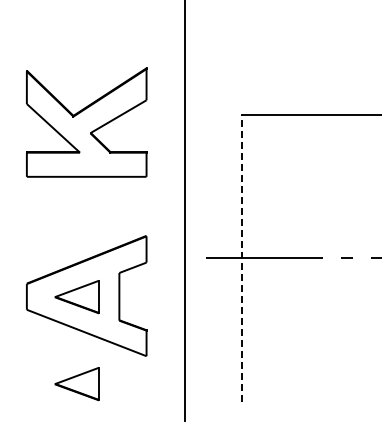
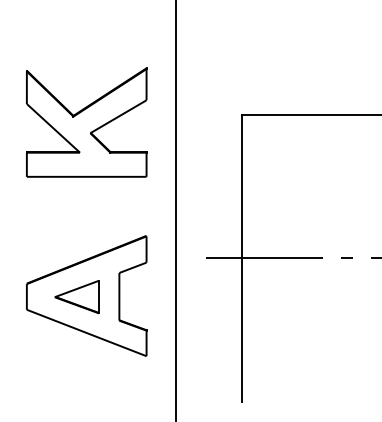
line at (185, 210) position: (185, 210) -> (176, 210)
line at (242, 258): dashed -> solid
part at (76, 384): present -> none
